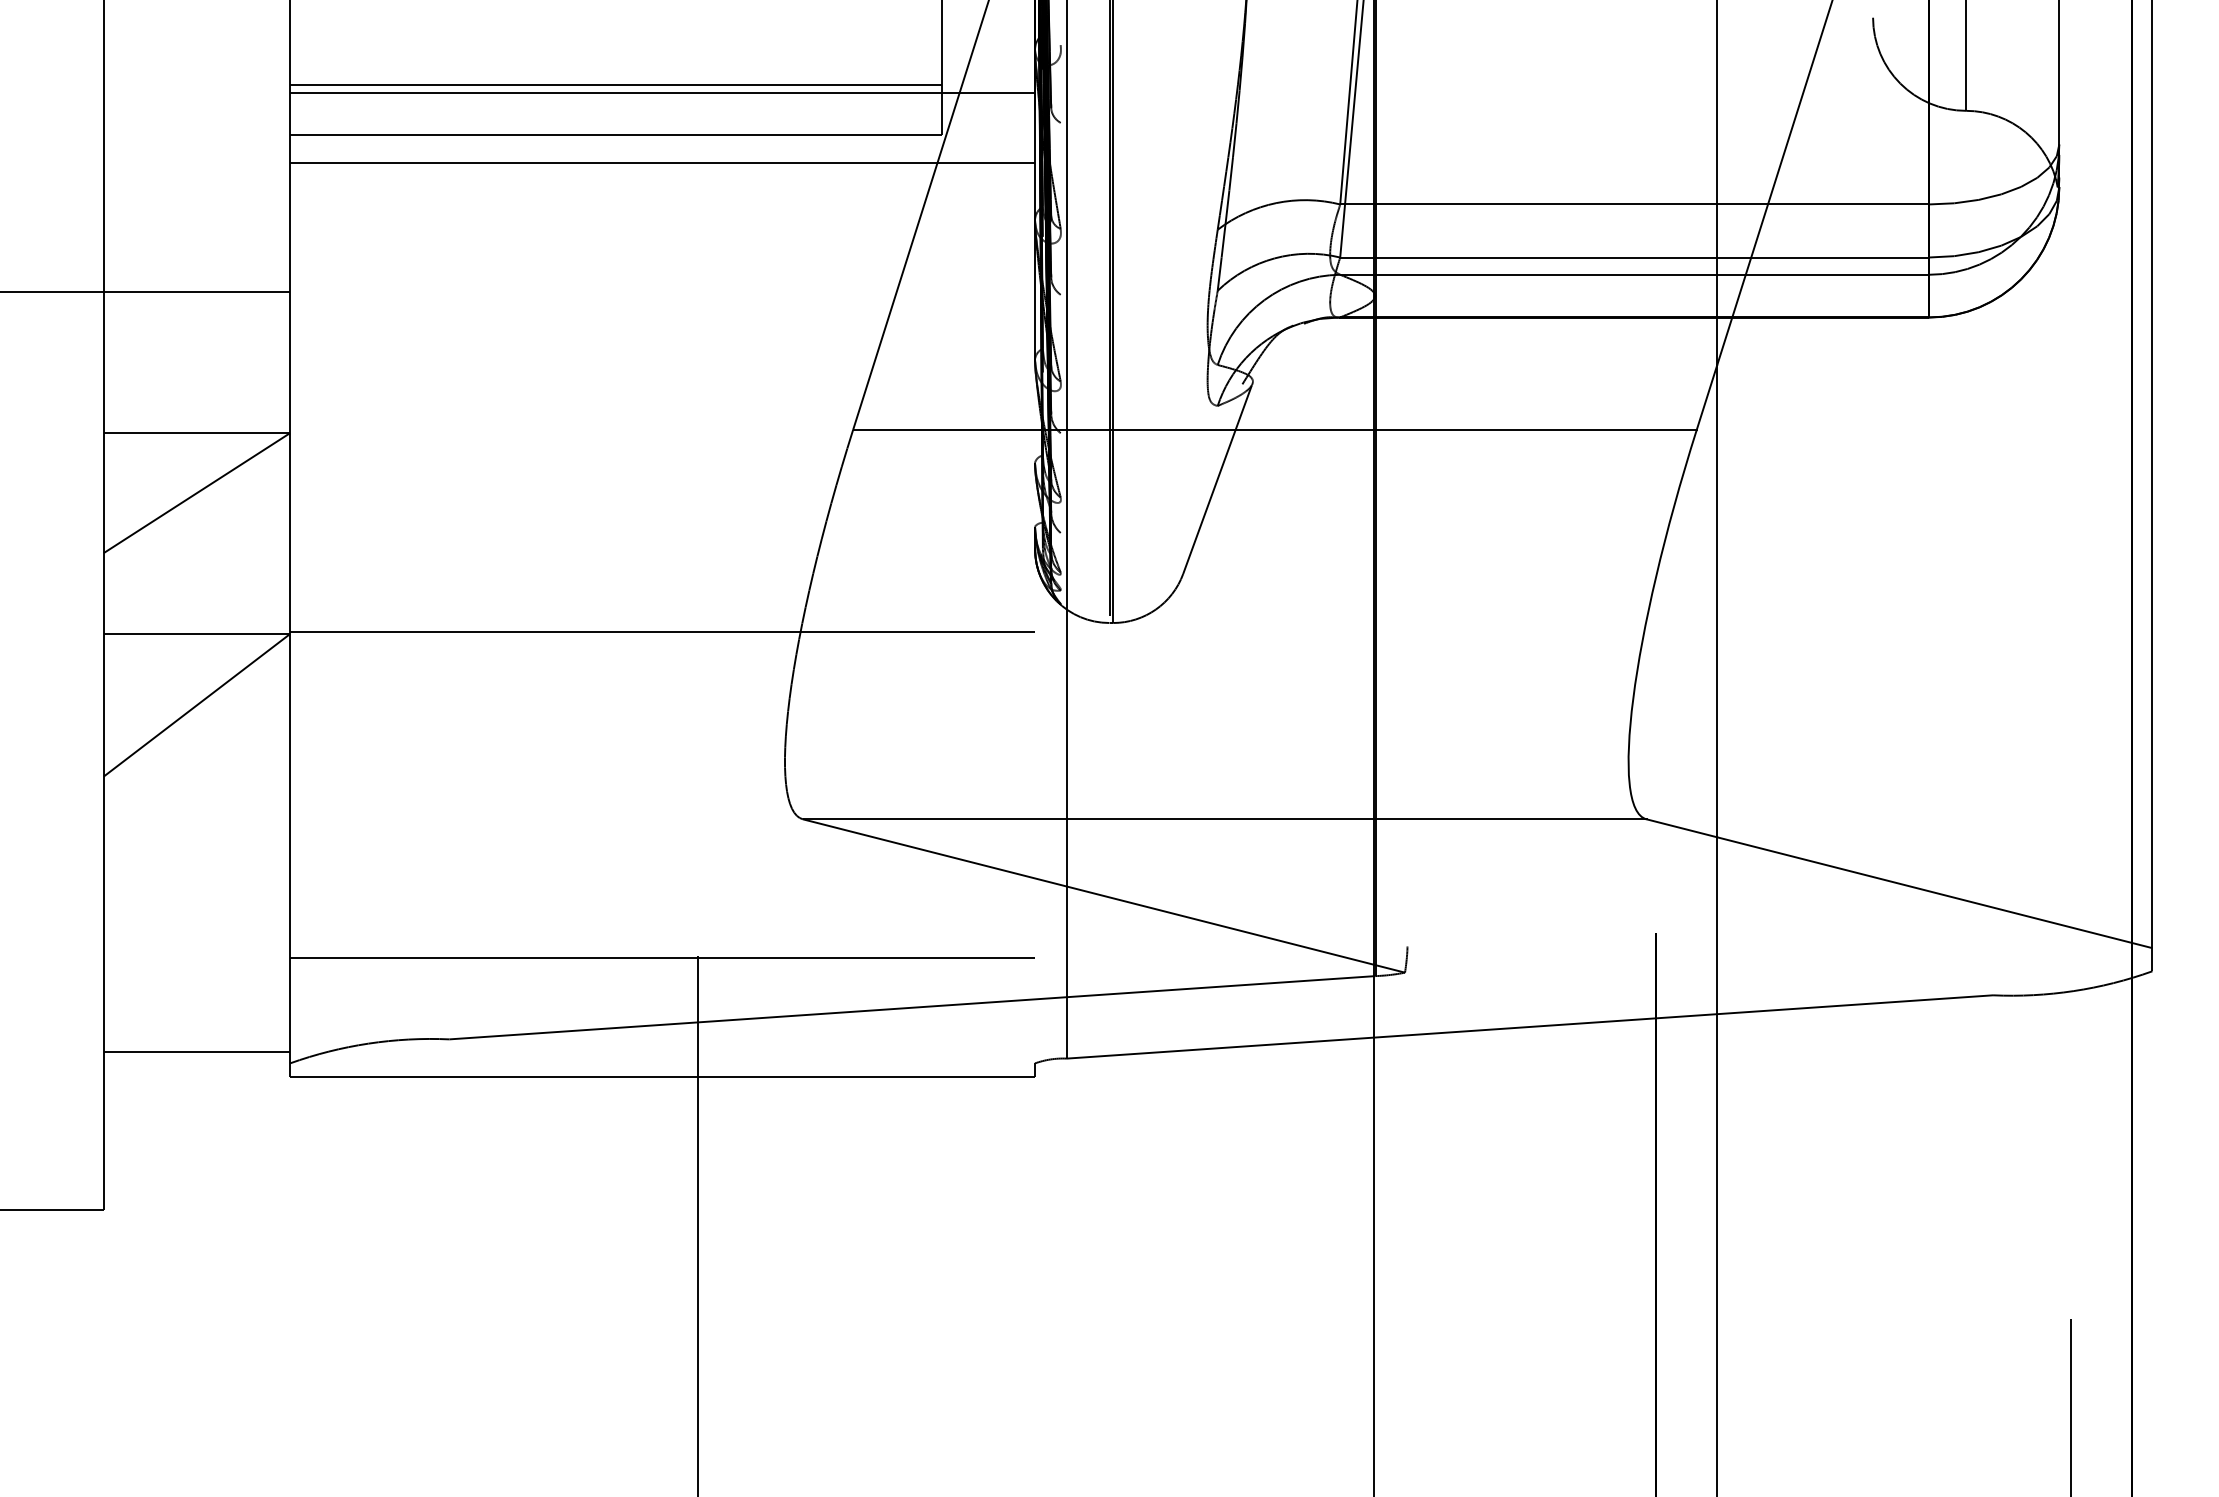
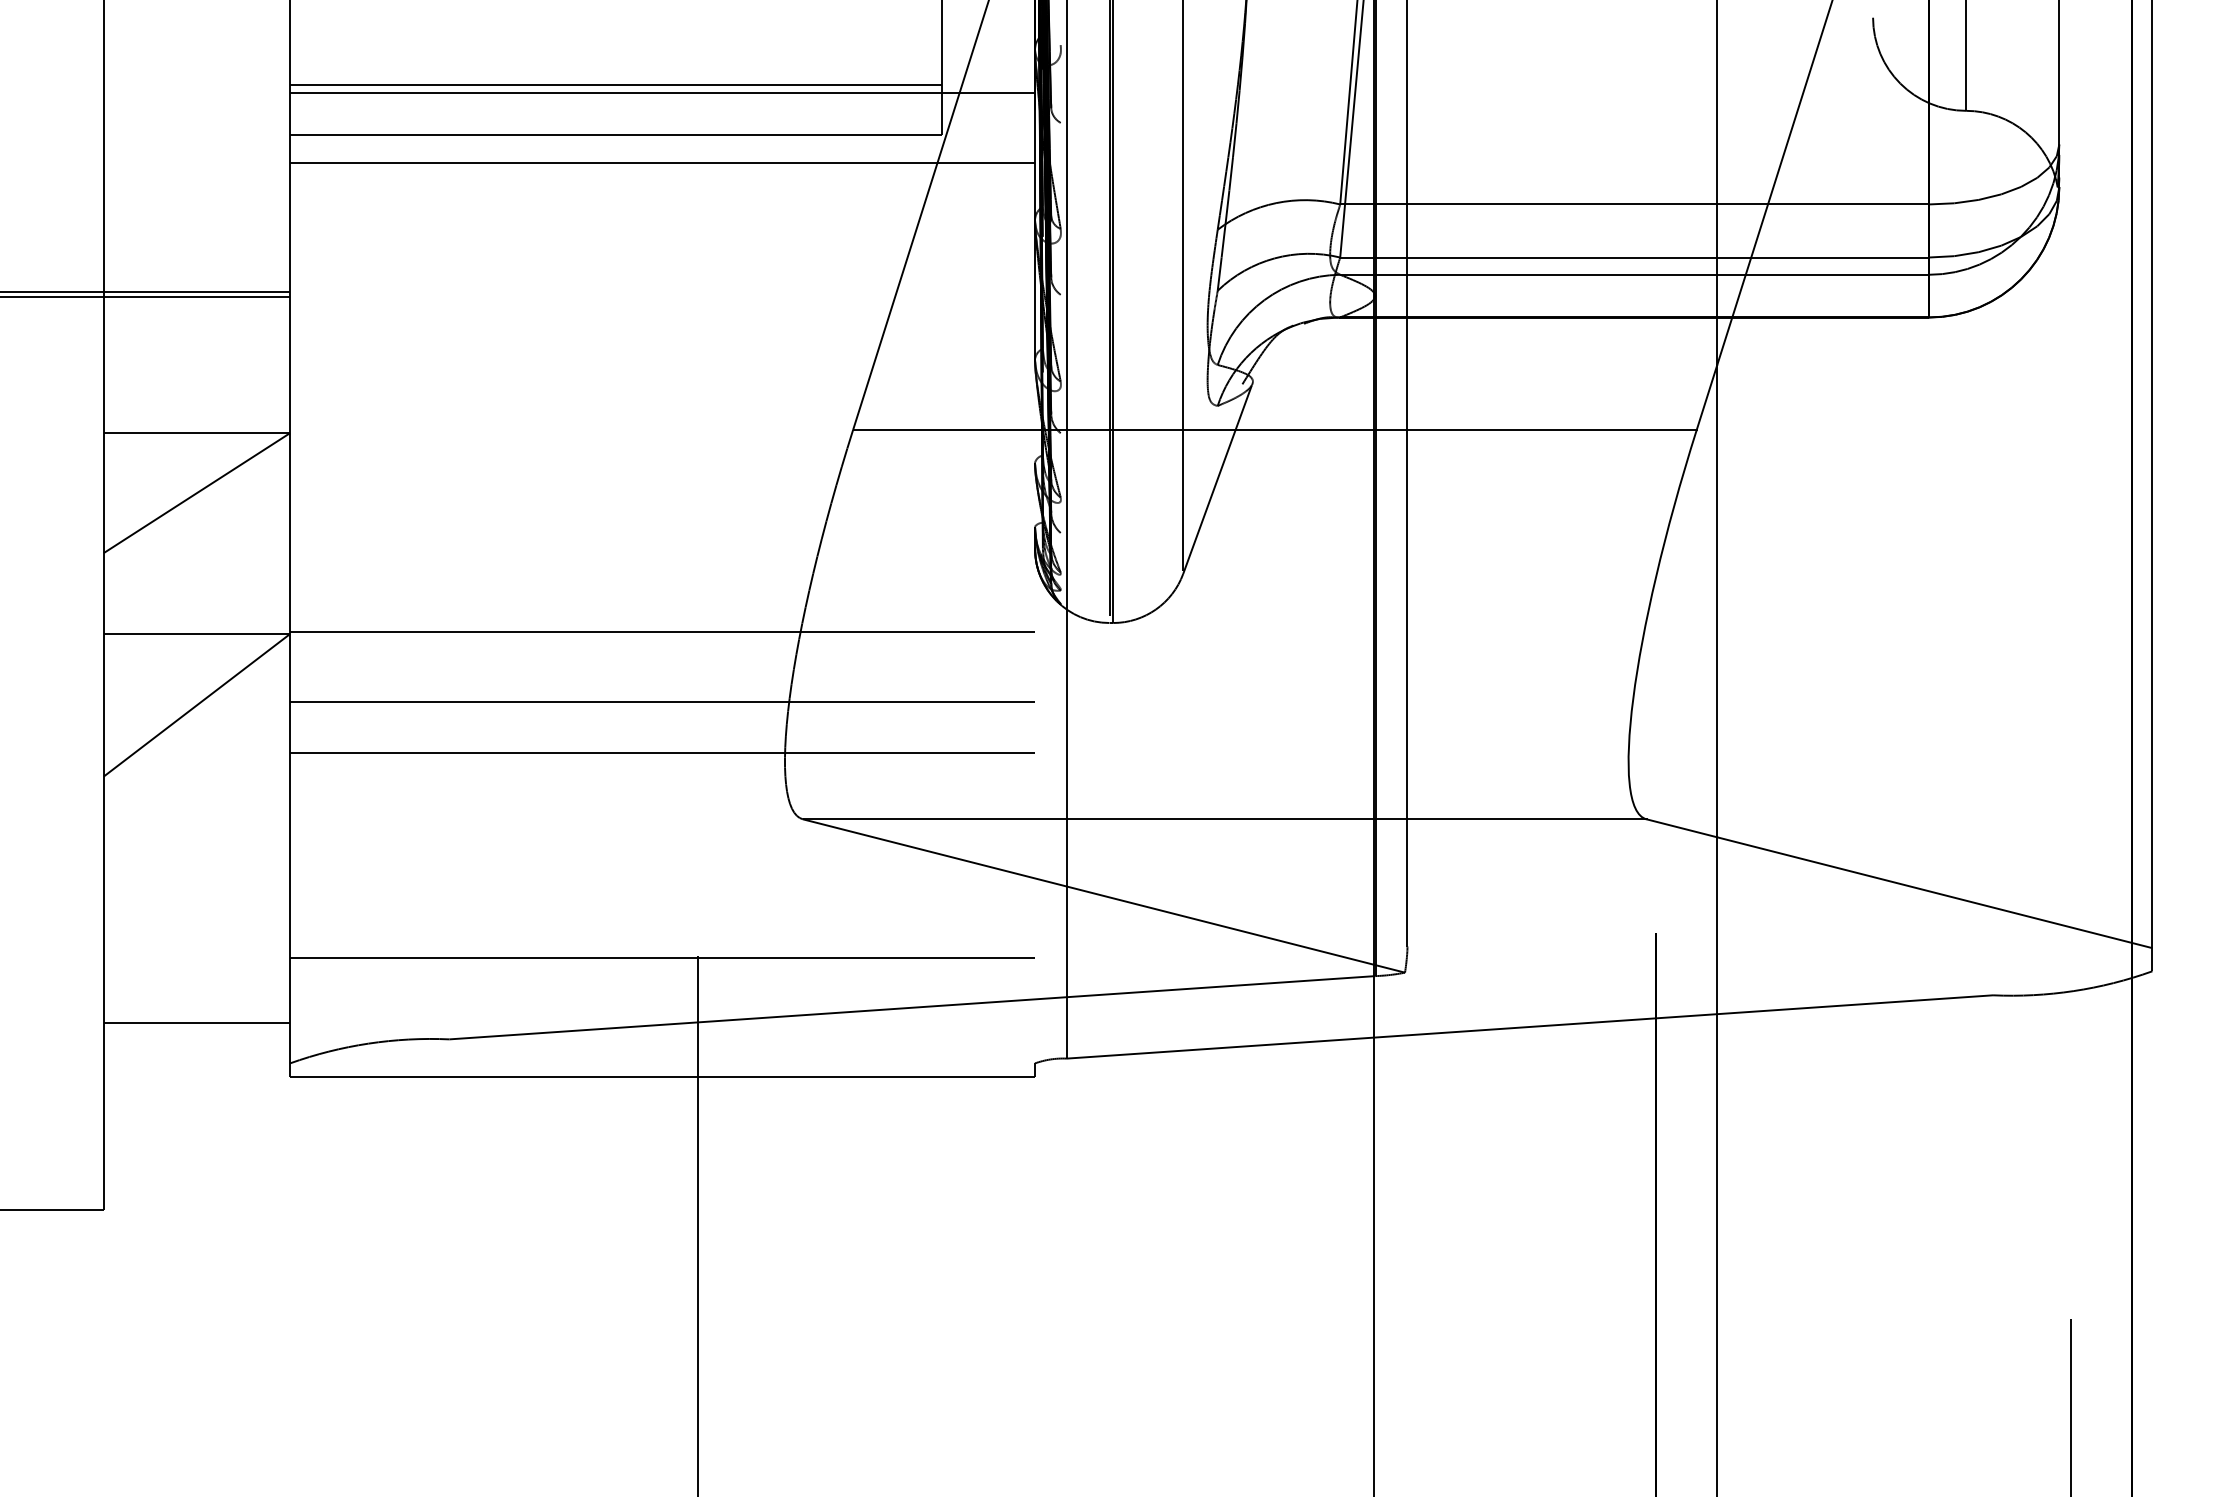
line at (1183, 286): none -> present
line at (146, 297): none -> present
line at (1407, 474): none -> present
line at (662, 702): none -> present
line at (662, 752): none -> present
line at (196, 1052) position: (196, 1052) -> (196, 1023)
